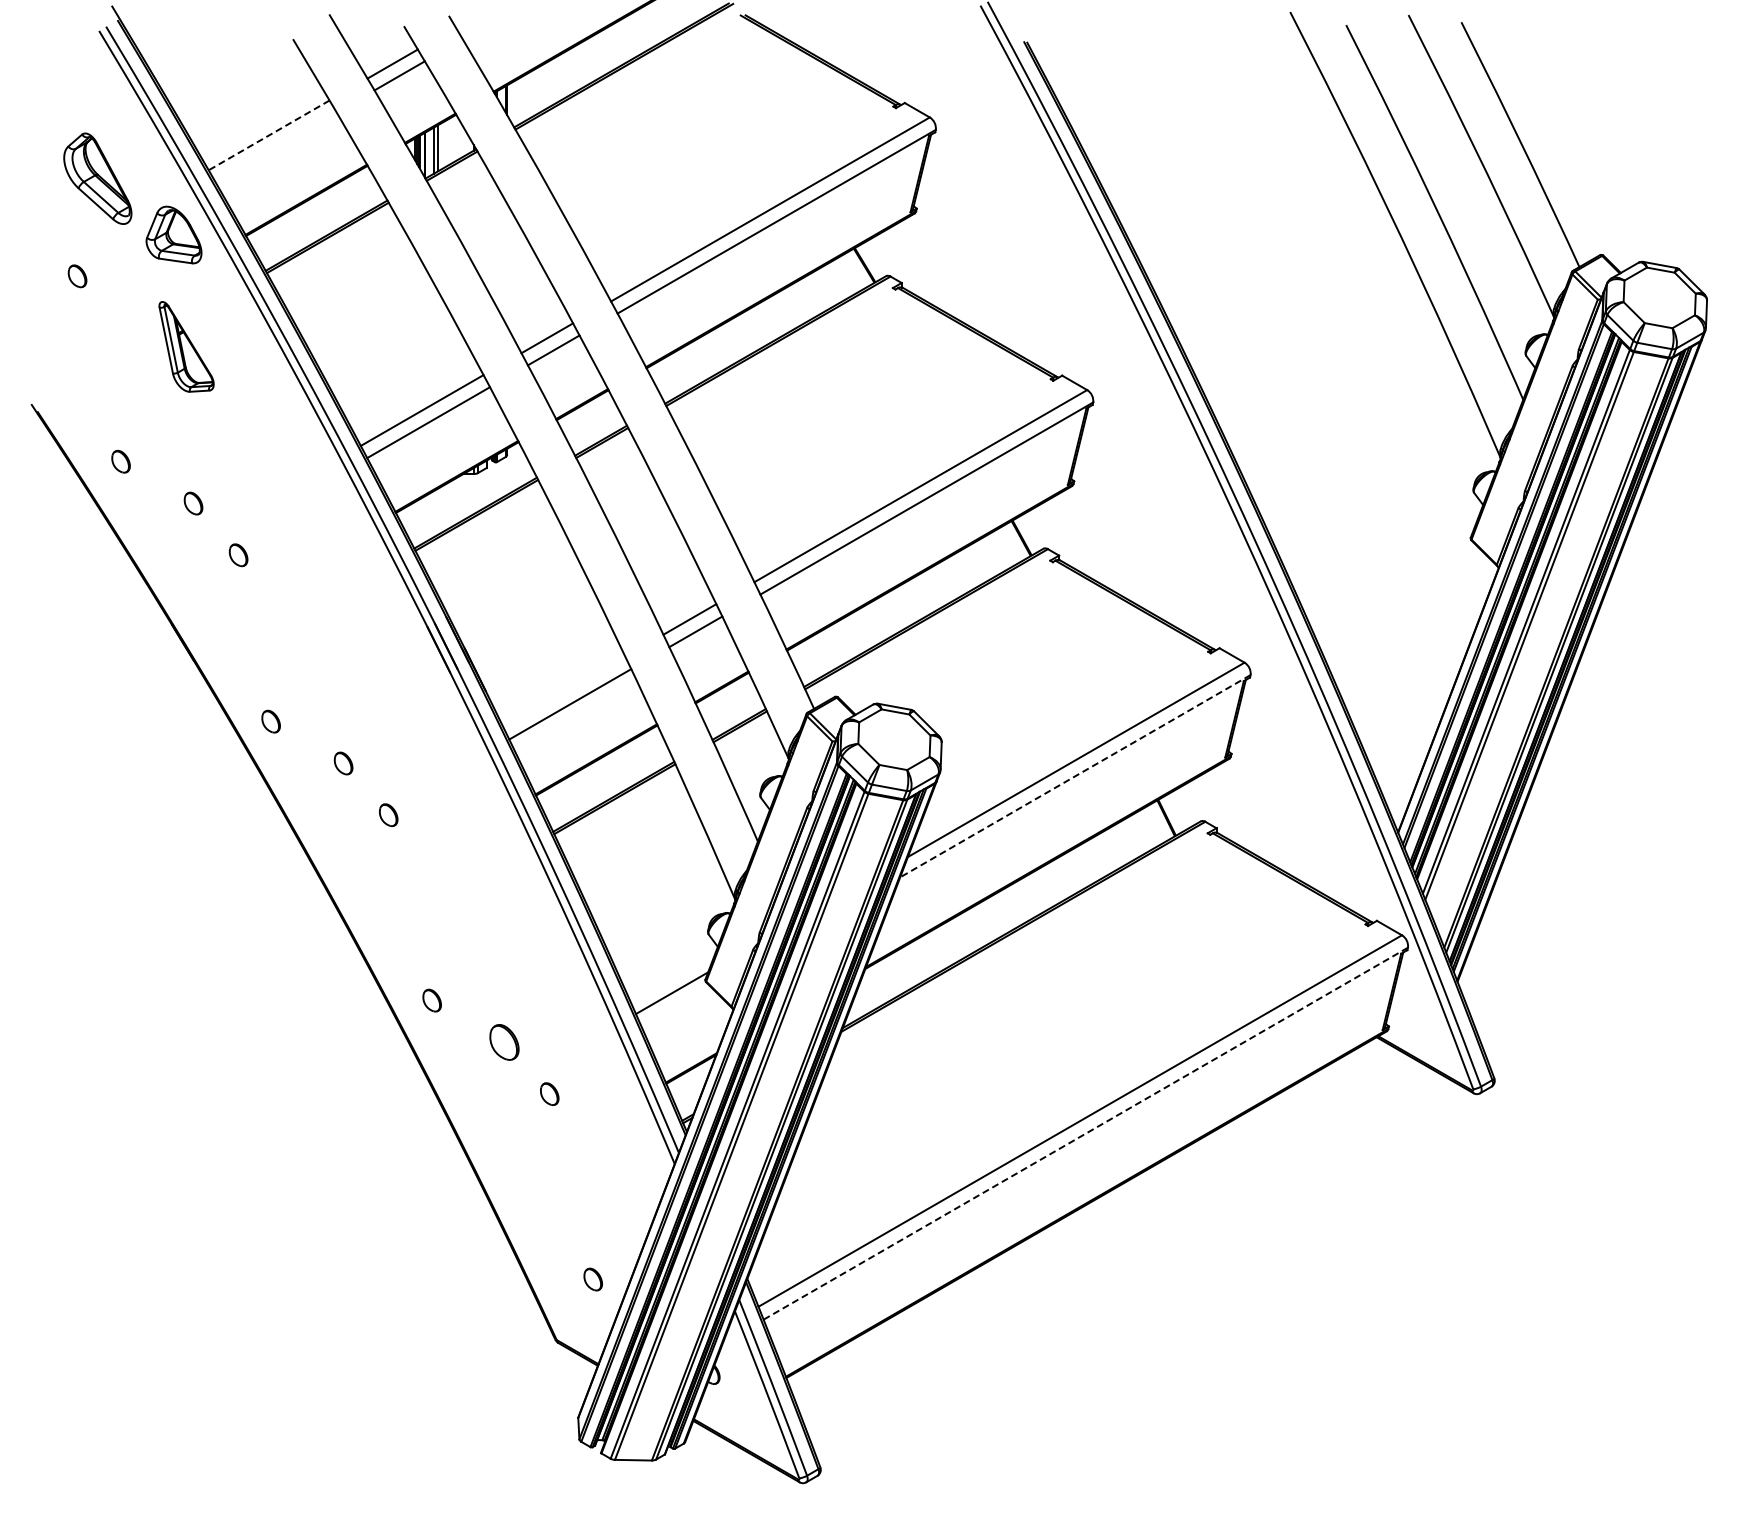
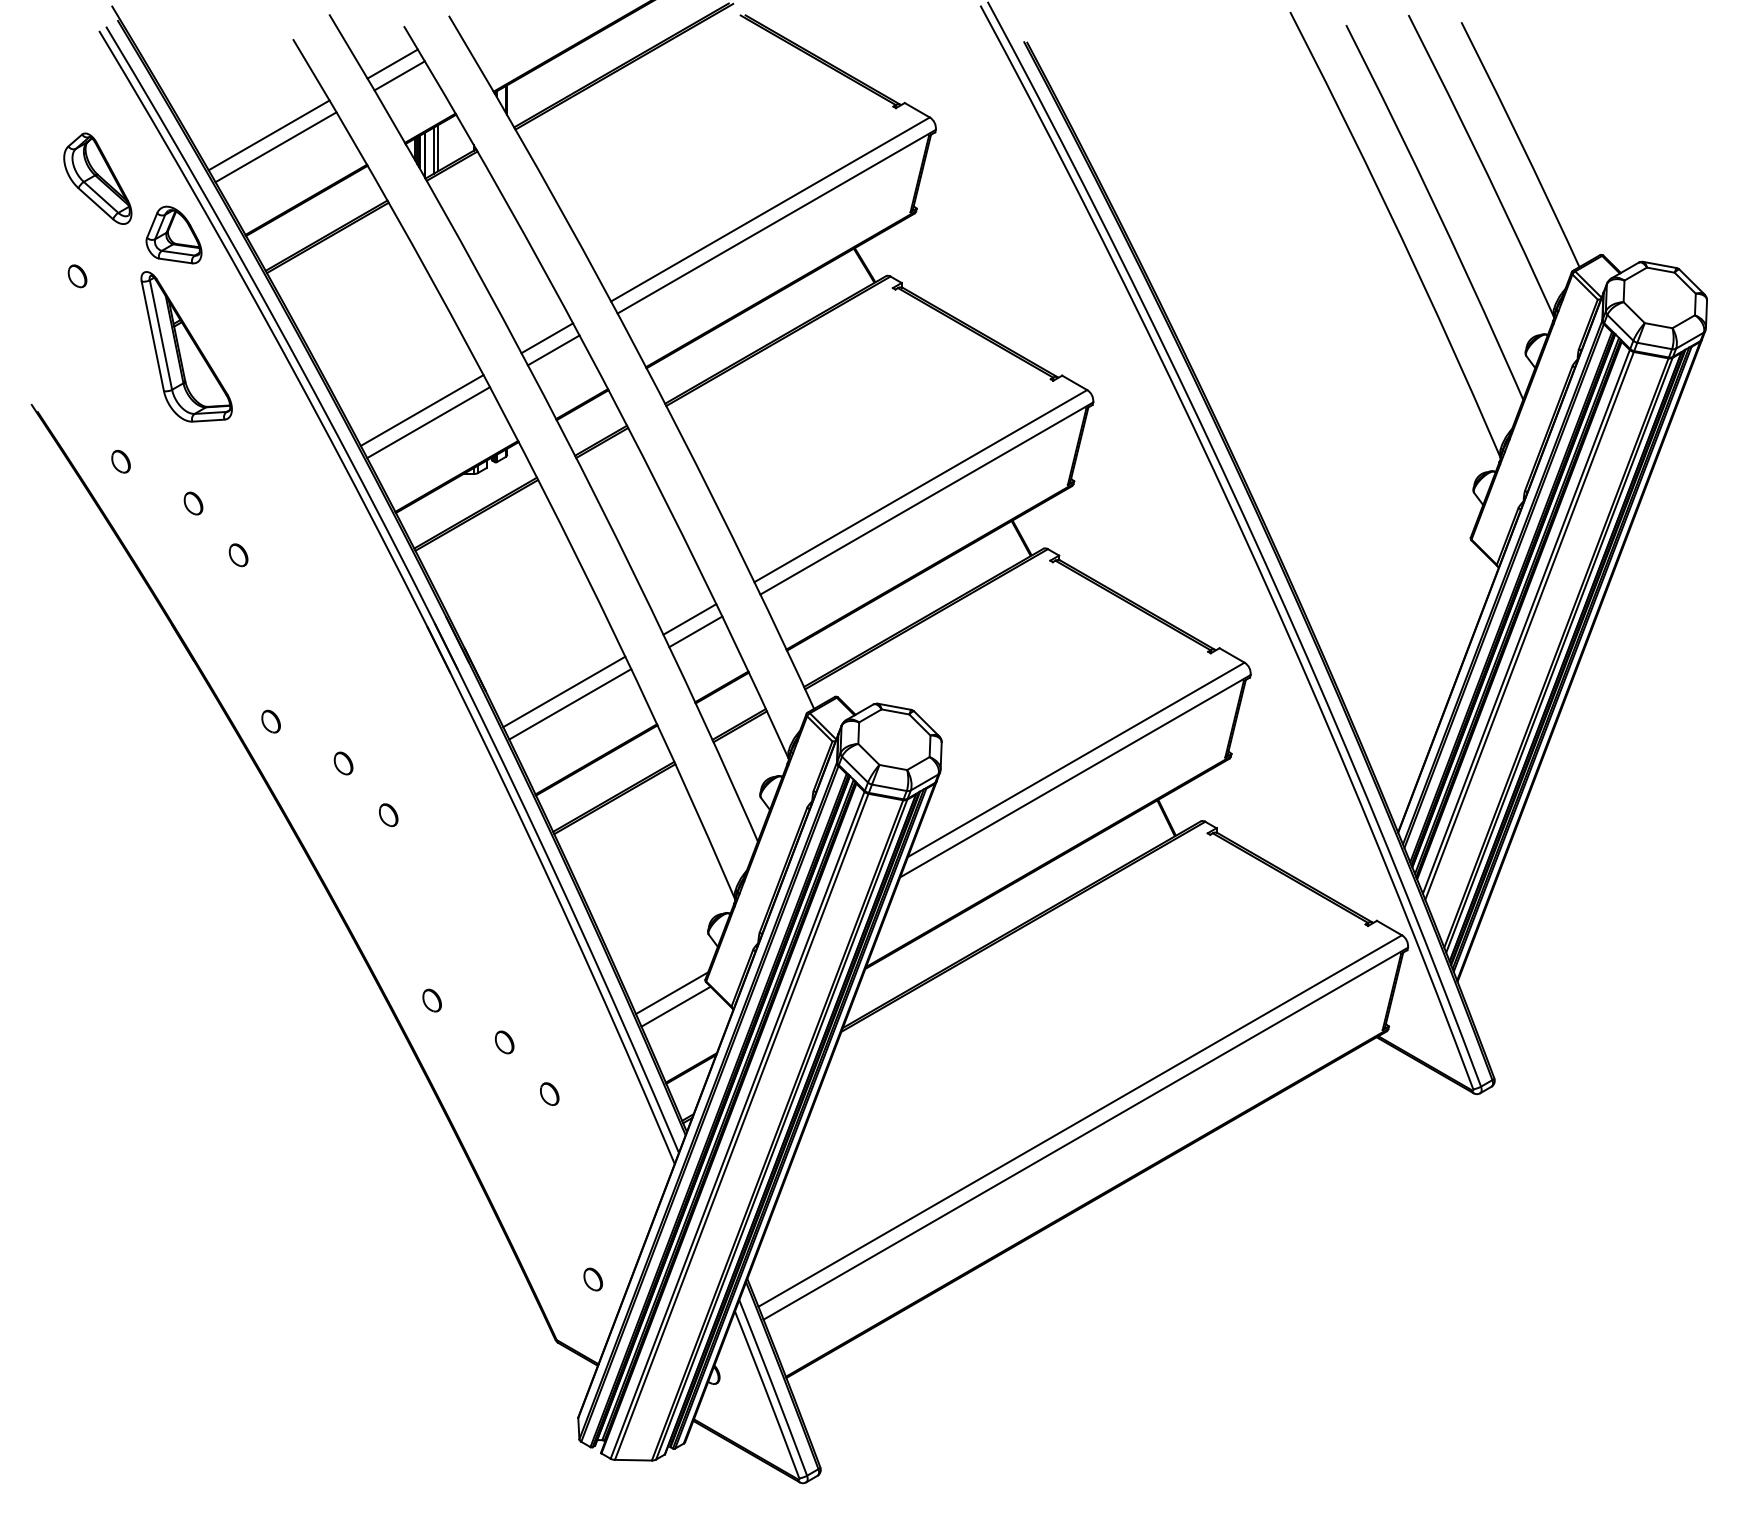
line at (269, 135): dashed -> solid
line at (275, 147): none -> present
part at (186, 346) size: 57x92 px -> 93x152 px
line at (564, 691): none -> present
line at (1074, 776): dashed -> solid
line at (675, 1006): none -> present
part at (504, 1042) size: 31x37 px -> 20x25 px
line at (1085, 1133): dashed -> solid
